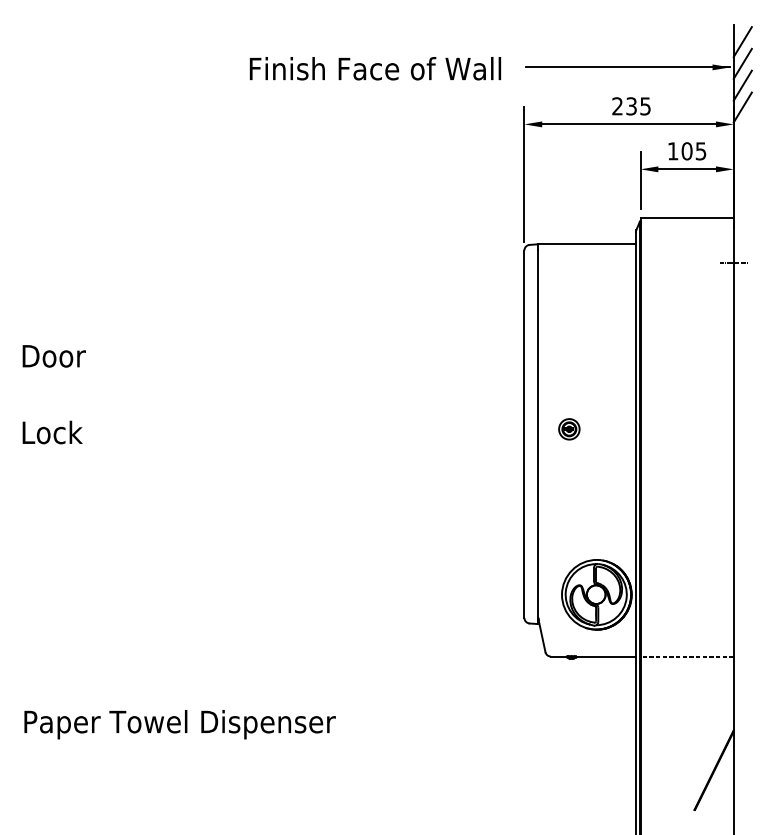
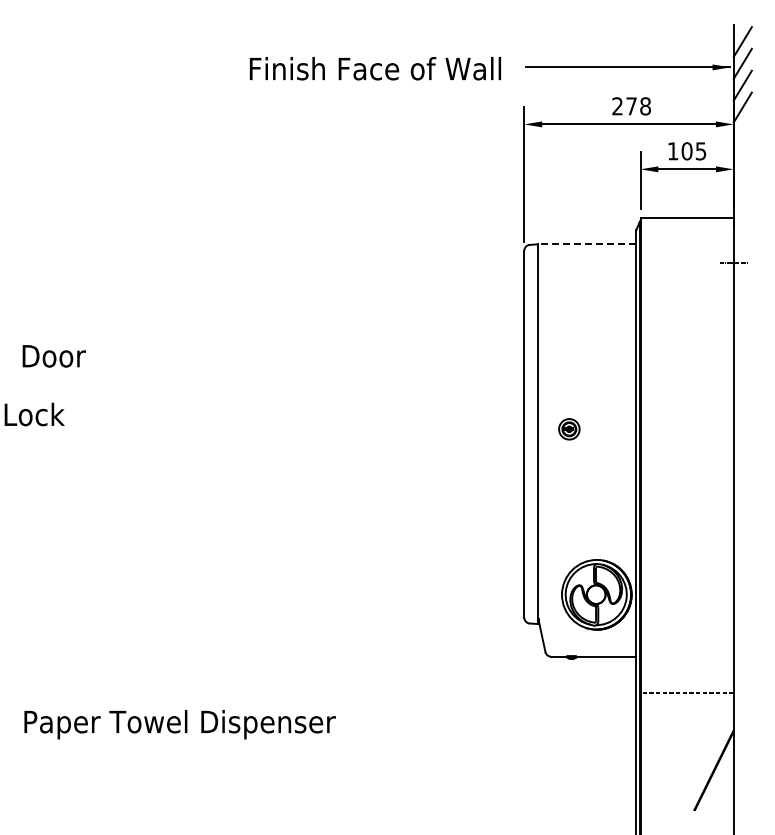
text at (638, 106): 235 -> 278
line at (587, 244): solid -> dashed
text at (52, 432) position: (52, 432) -> (34, 414)
line at (686, 656) position: (686, 656) -> (686, 692)
